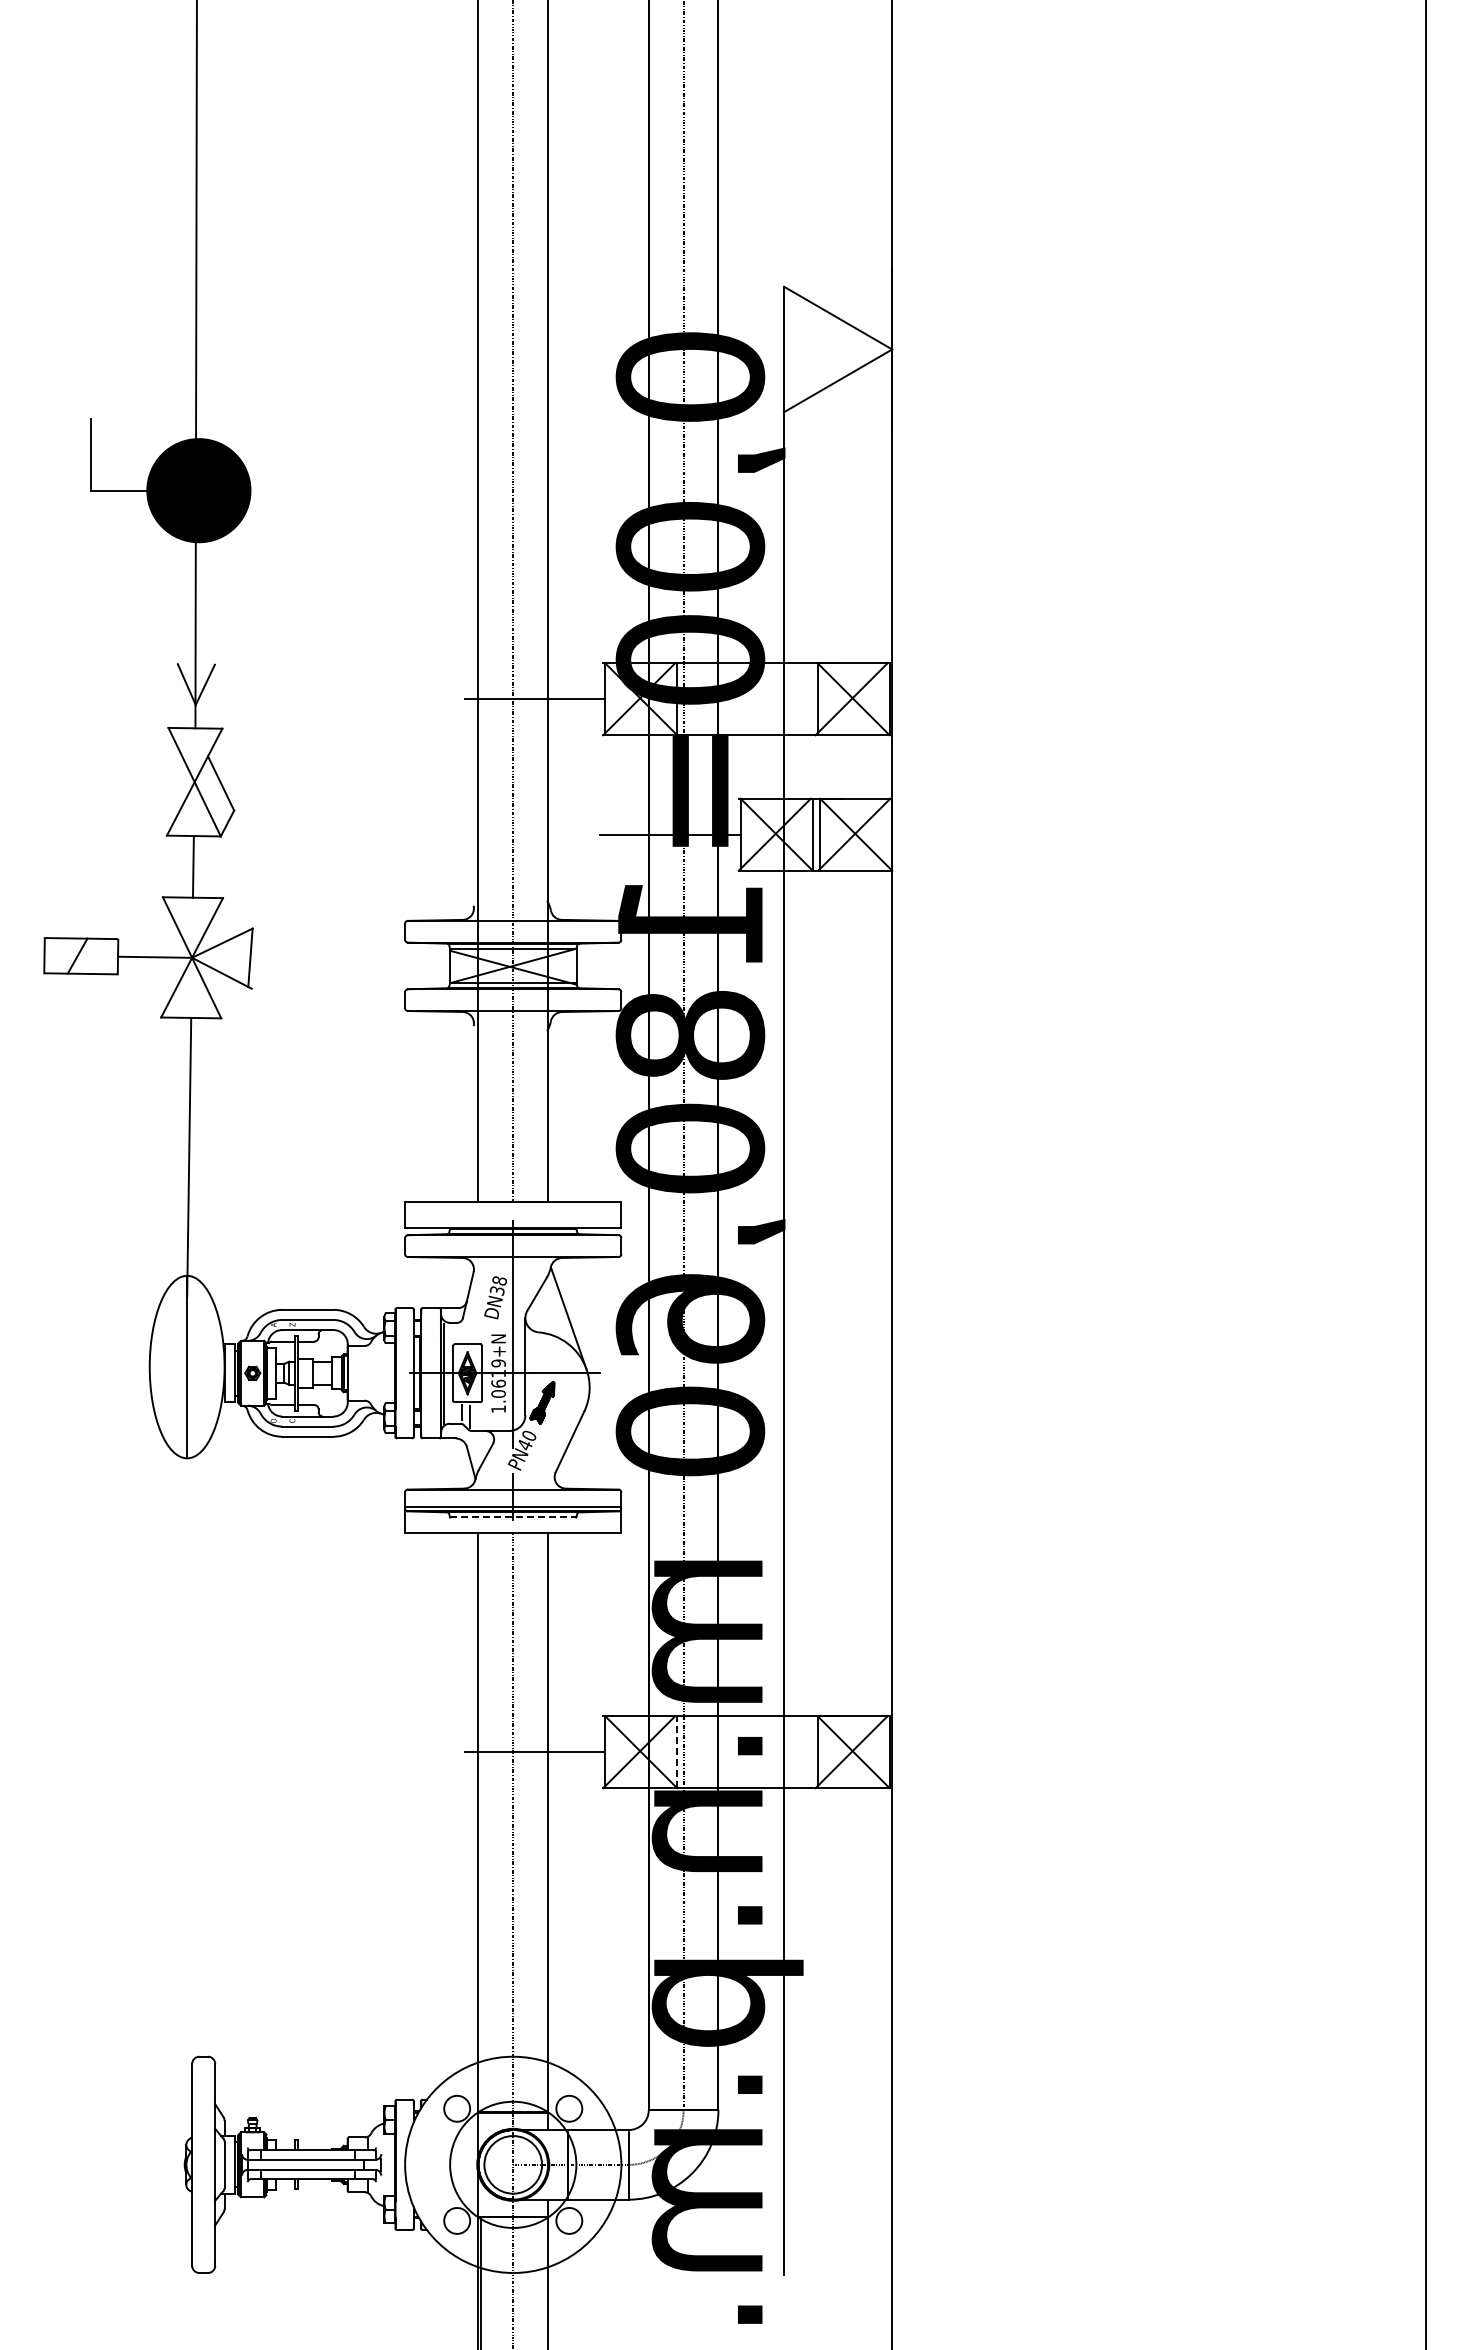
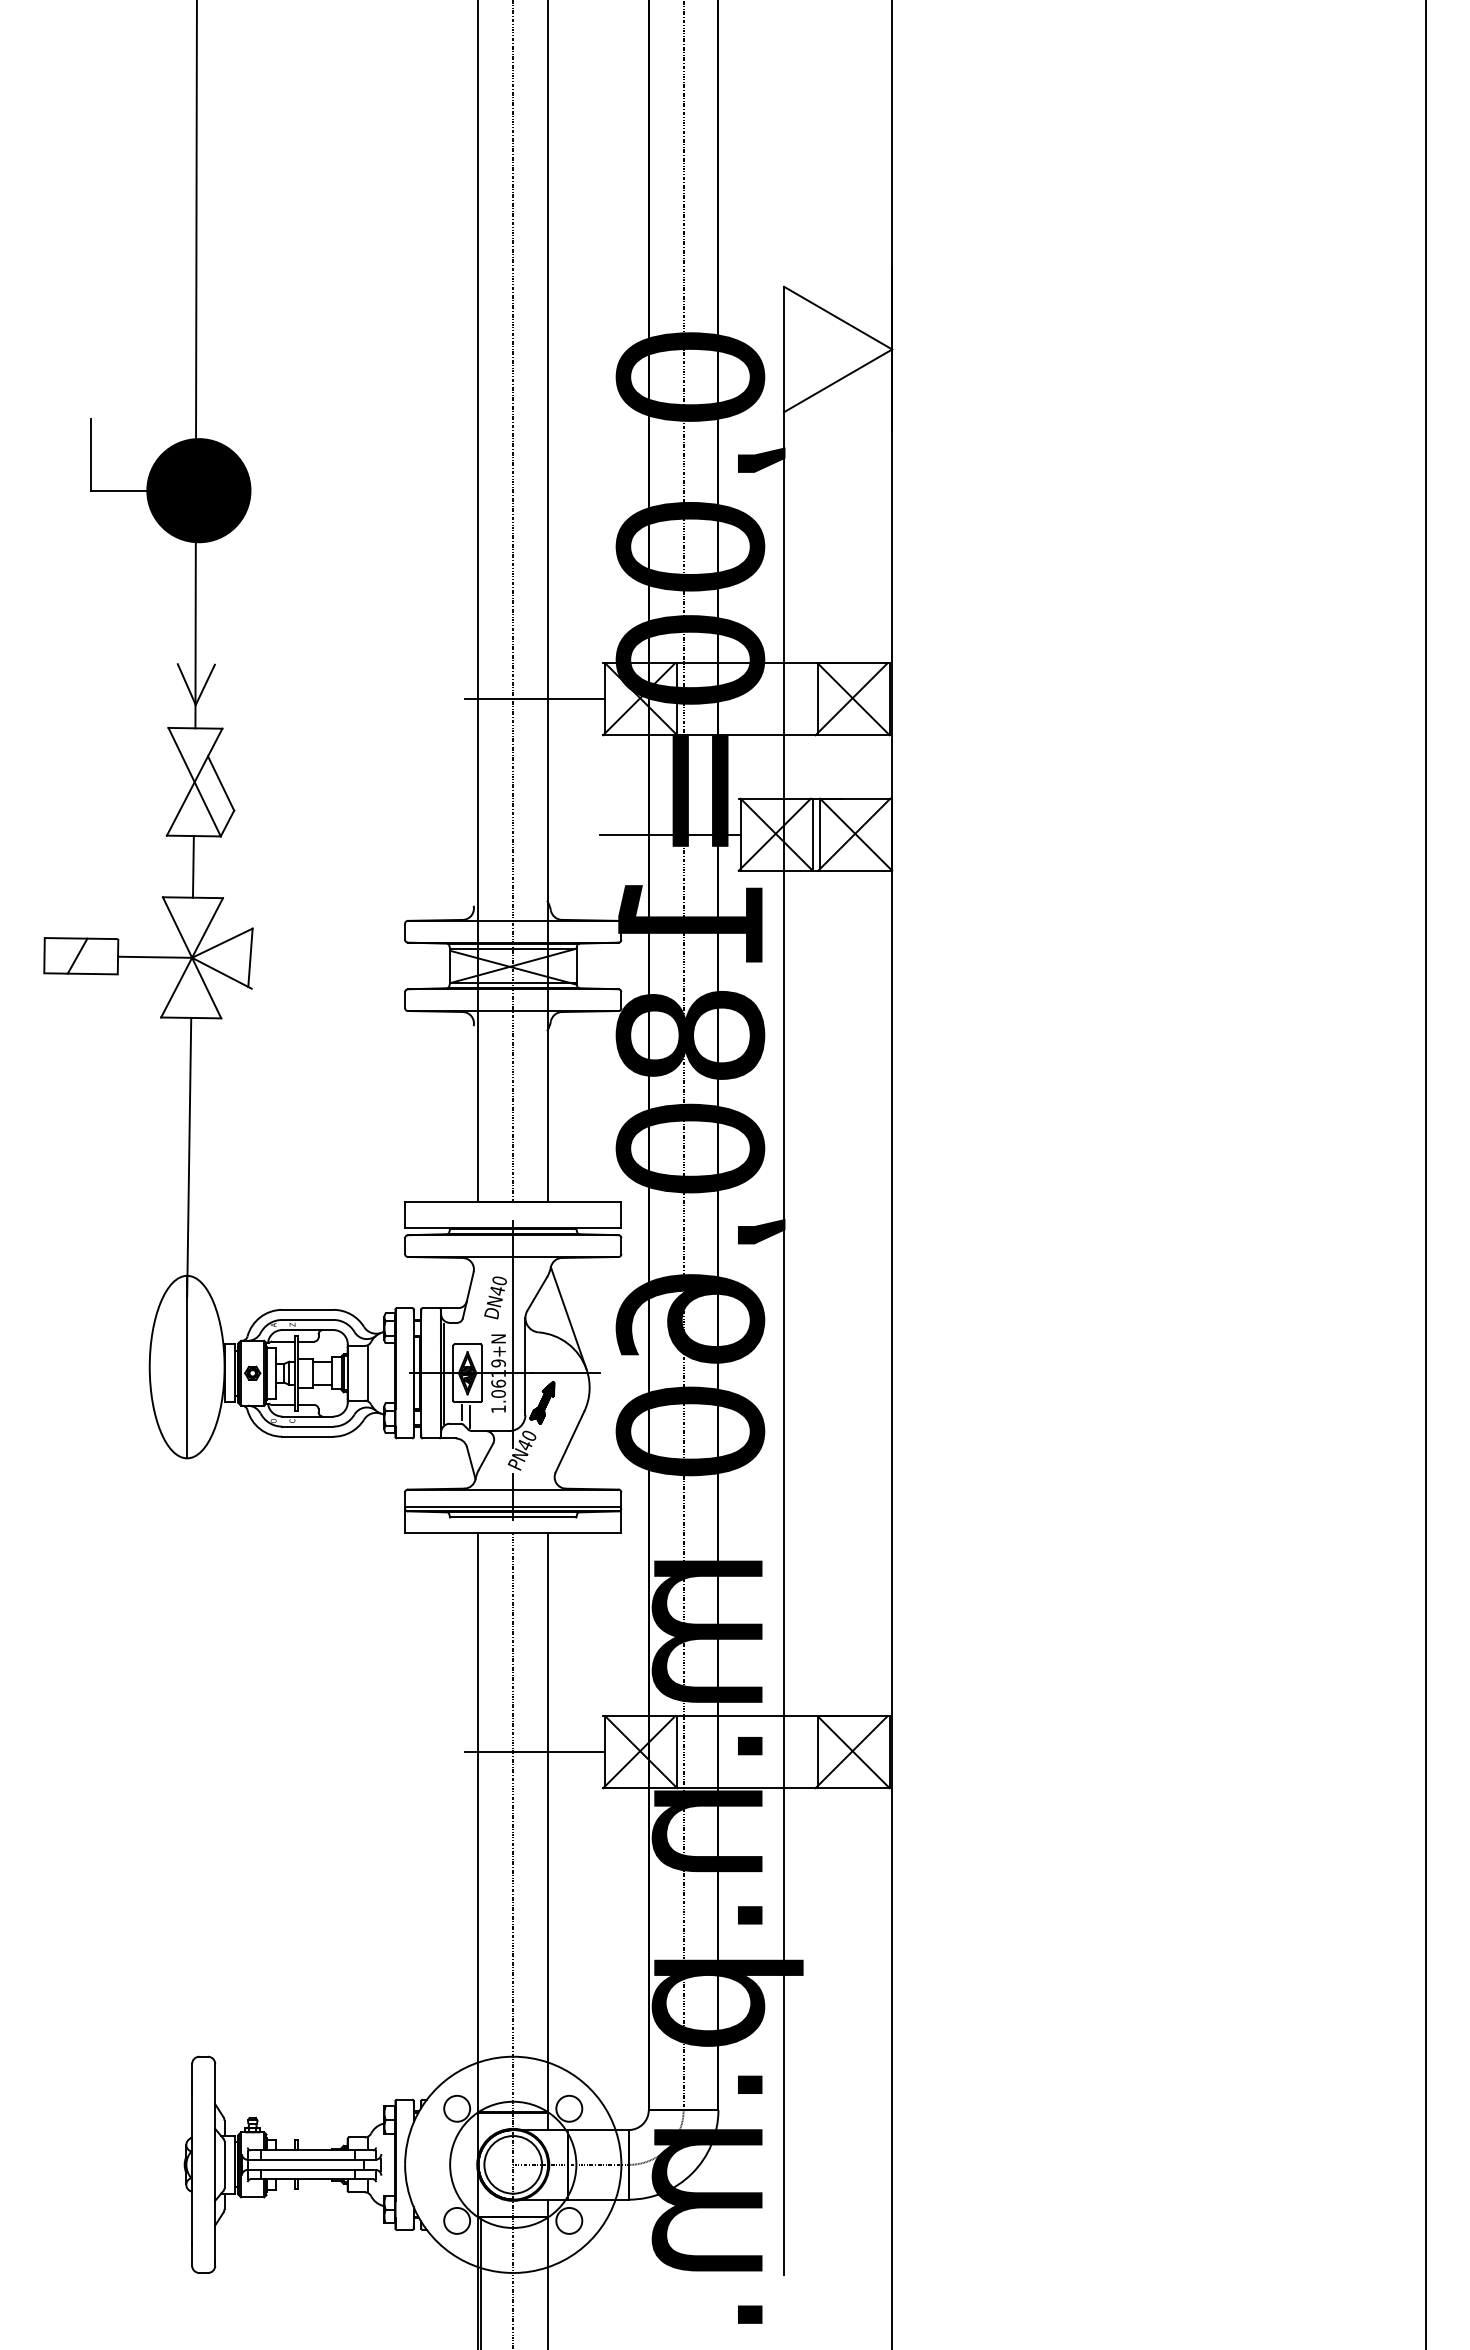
text at (497, 1285): DN38 -> DN40
line at (368, 1373): none -> present
line at (513, 1517): dashed -> solid
line at (677, 1751): dashed -> solid
